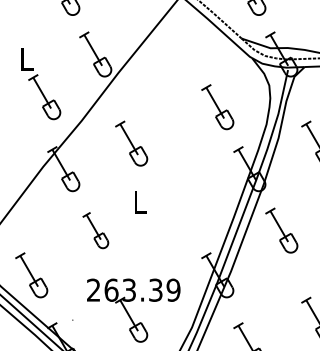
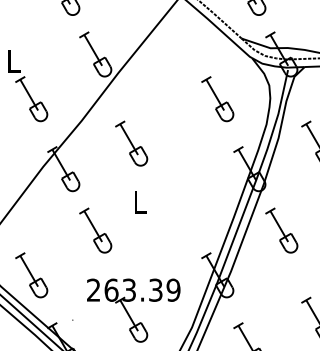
part at (41, 84) position: (41, 84) -> (28, 86)
part at (217, 107) position: (217, 107) -> (217, 99)
part at (95, 230) size: 28x38 px -> 34x47 px
